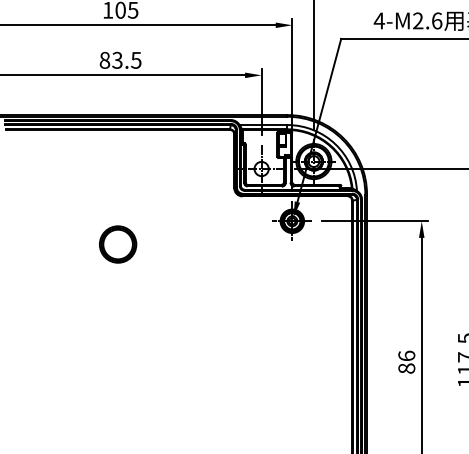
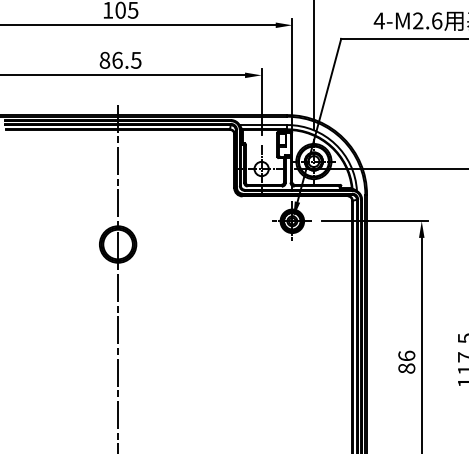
text at (117, 59): 83.5 -> 86.5
line at (118, 277): none -> present
